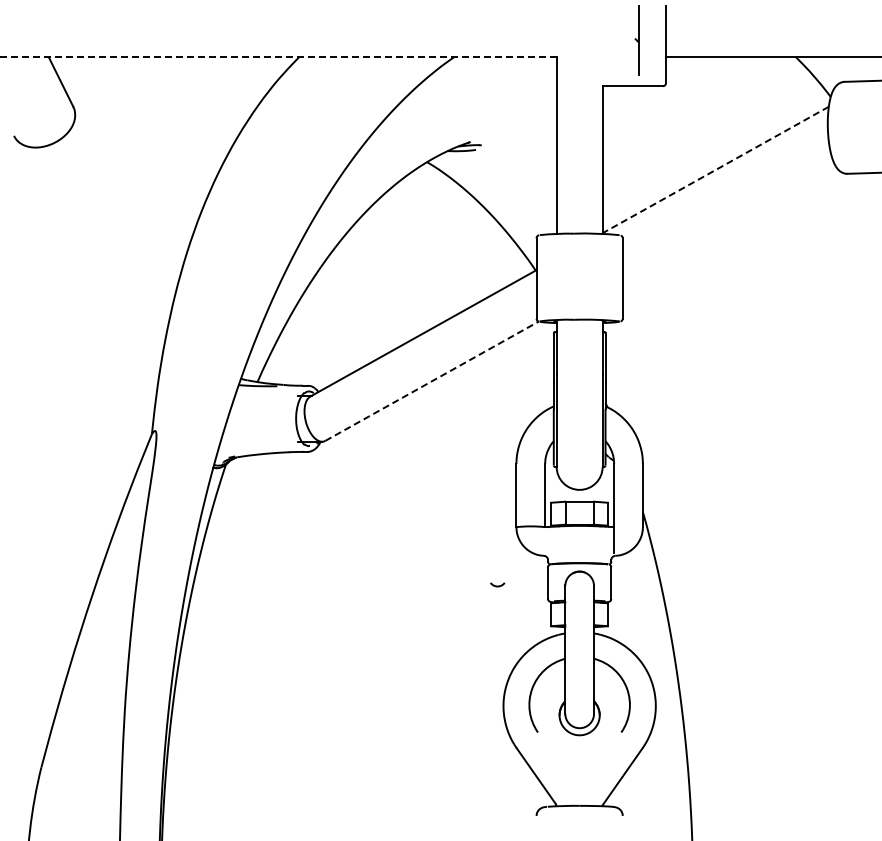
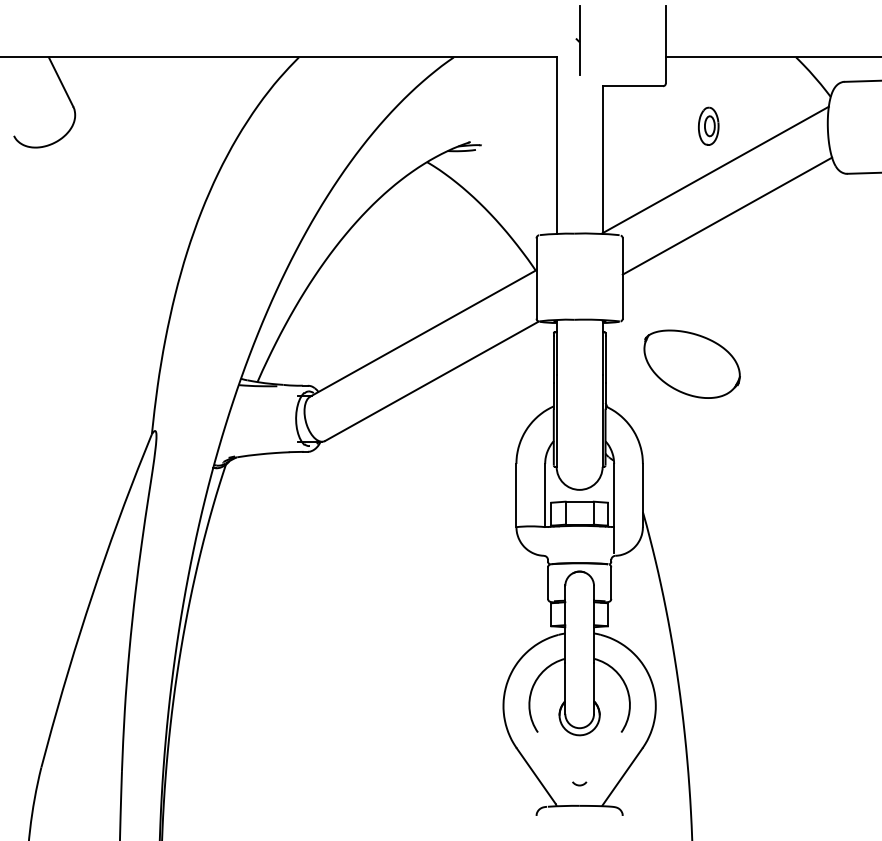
part at (636, 40) position: (636, 40) -> (577, 40)
line at (278, 57): dashed -> solid
part at (708, 125): none -> present
line at (715, 169): dashed -> solid
line at (727, 215): none -> present
part at (691, 363): none -> present
line at (432, 381): dashed -> solid
arc at (497, 585) position: (497, 585) -> (579, 784)
